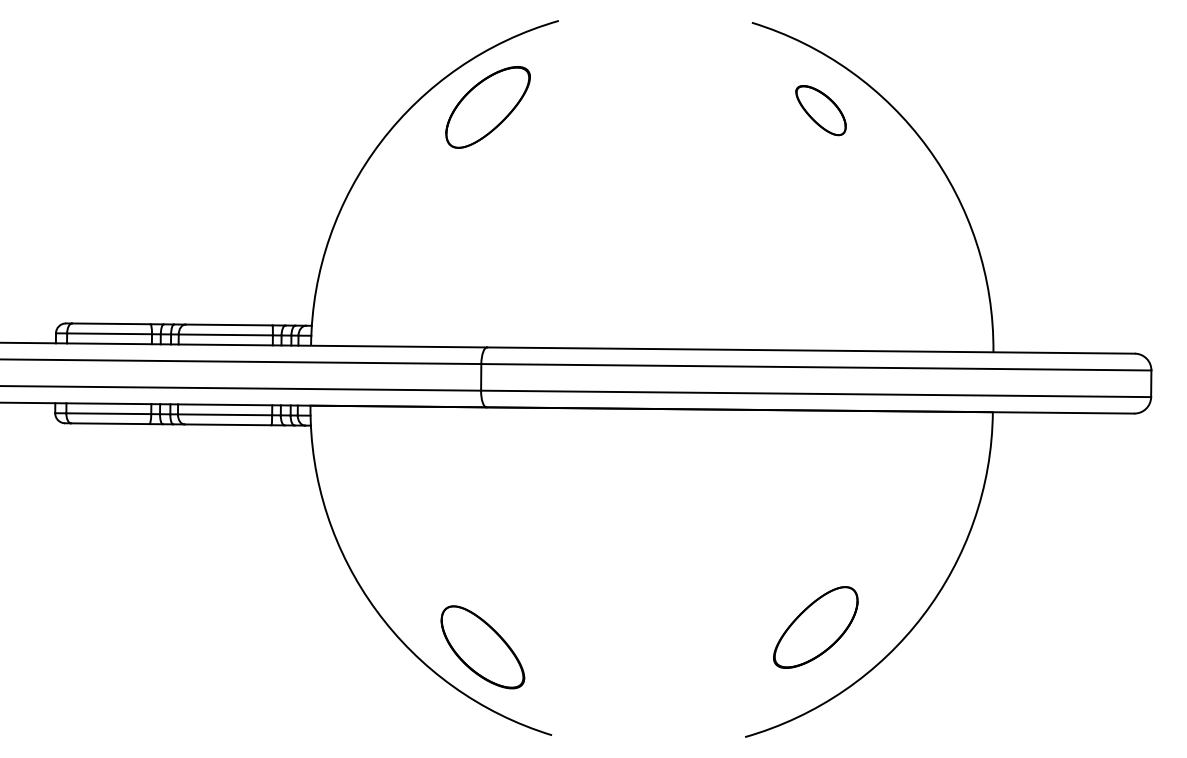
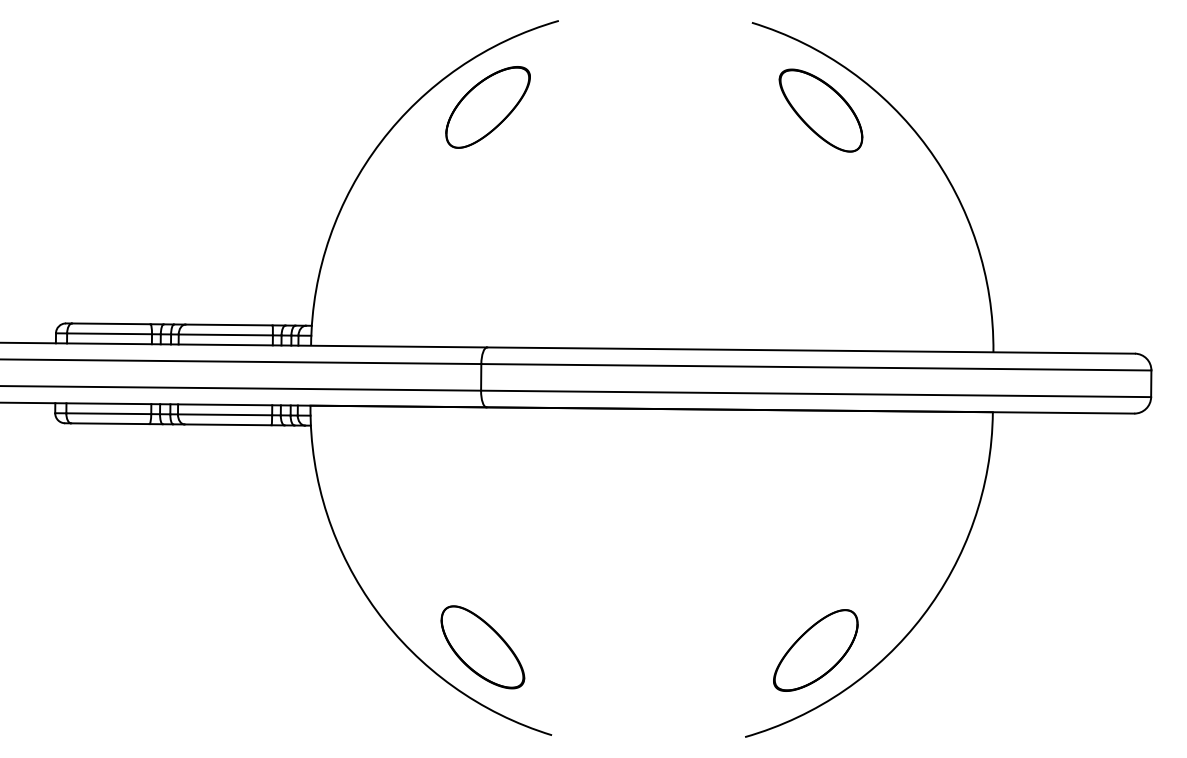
part at (820, 110) size: 52x52 px -> 86x85 px
part at (815, 627) position: (815, 627) -> (815, 650)
